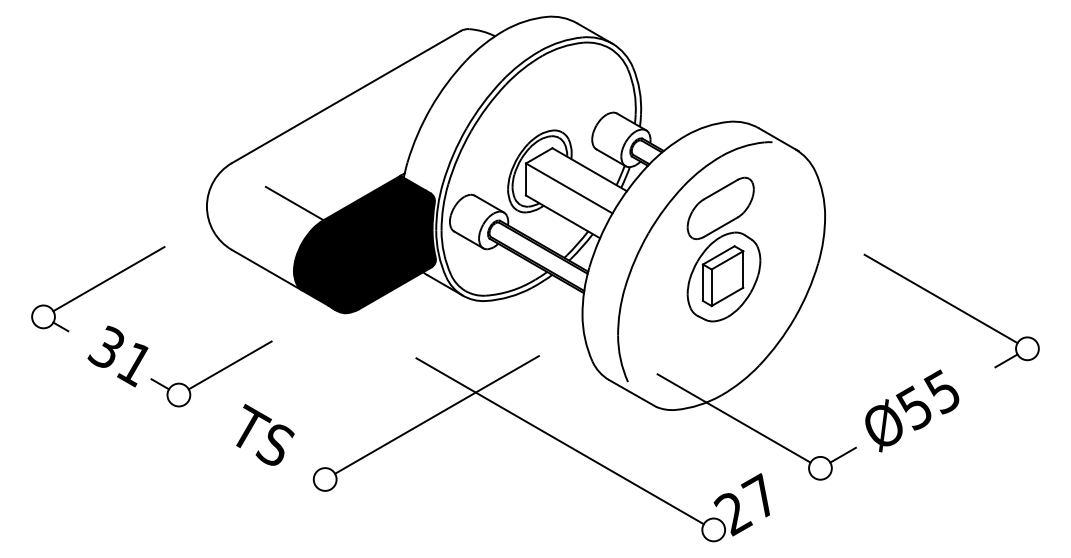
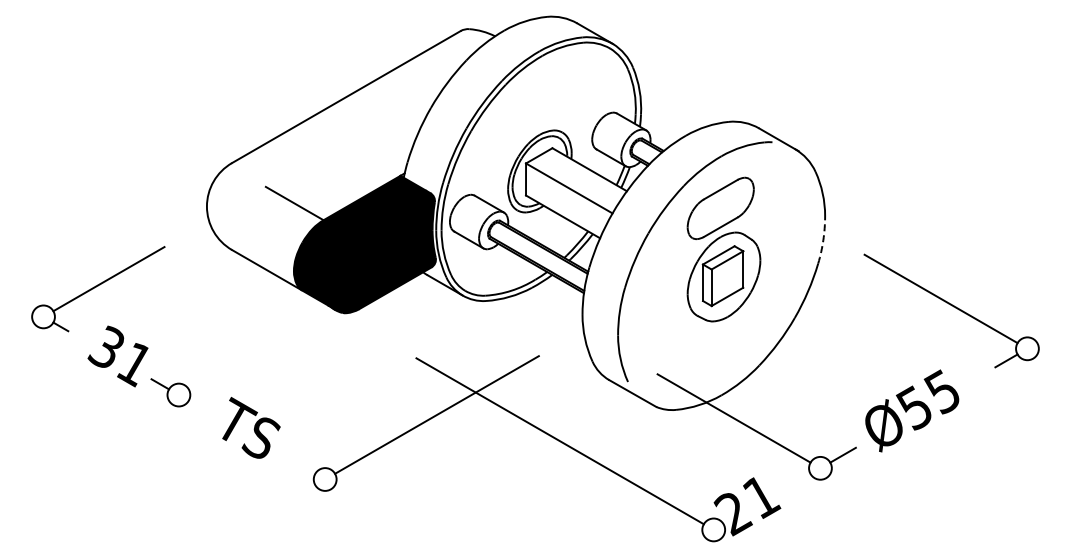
arc at (823, 240): solid -> dashed
line at (229, 365): present -> none
text at (265, 434) position: (265, 434) -> (251, 427)
text at (761, 495): 27 -> 21
